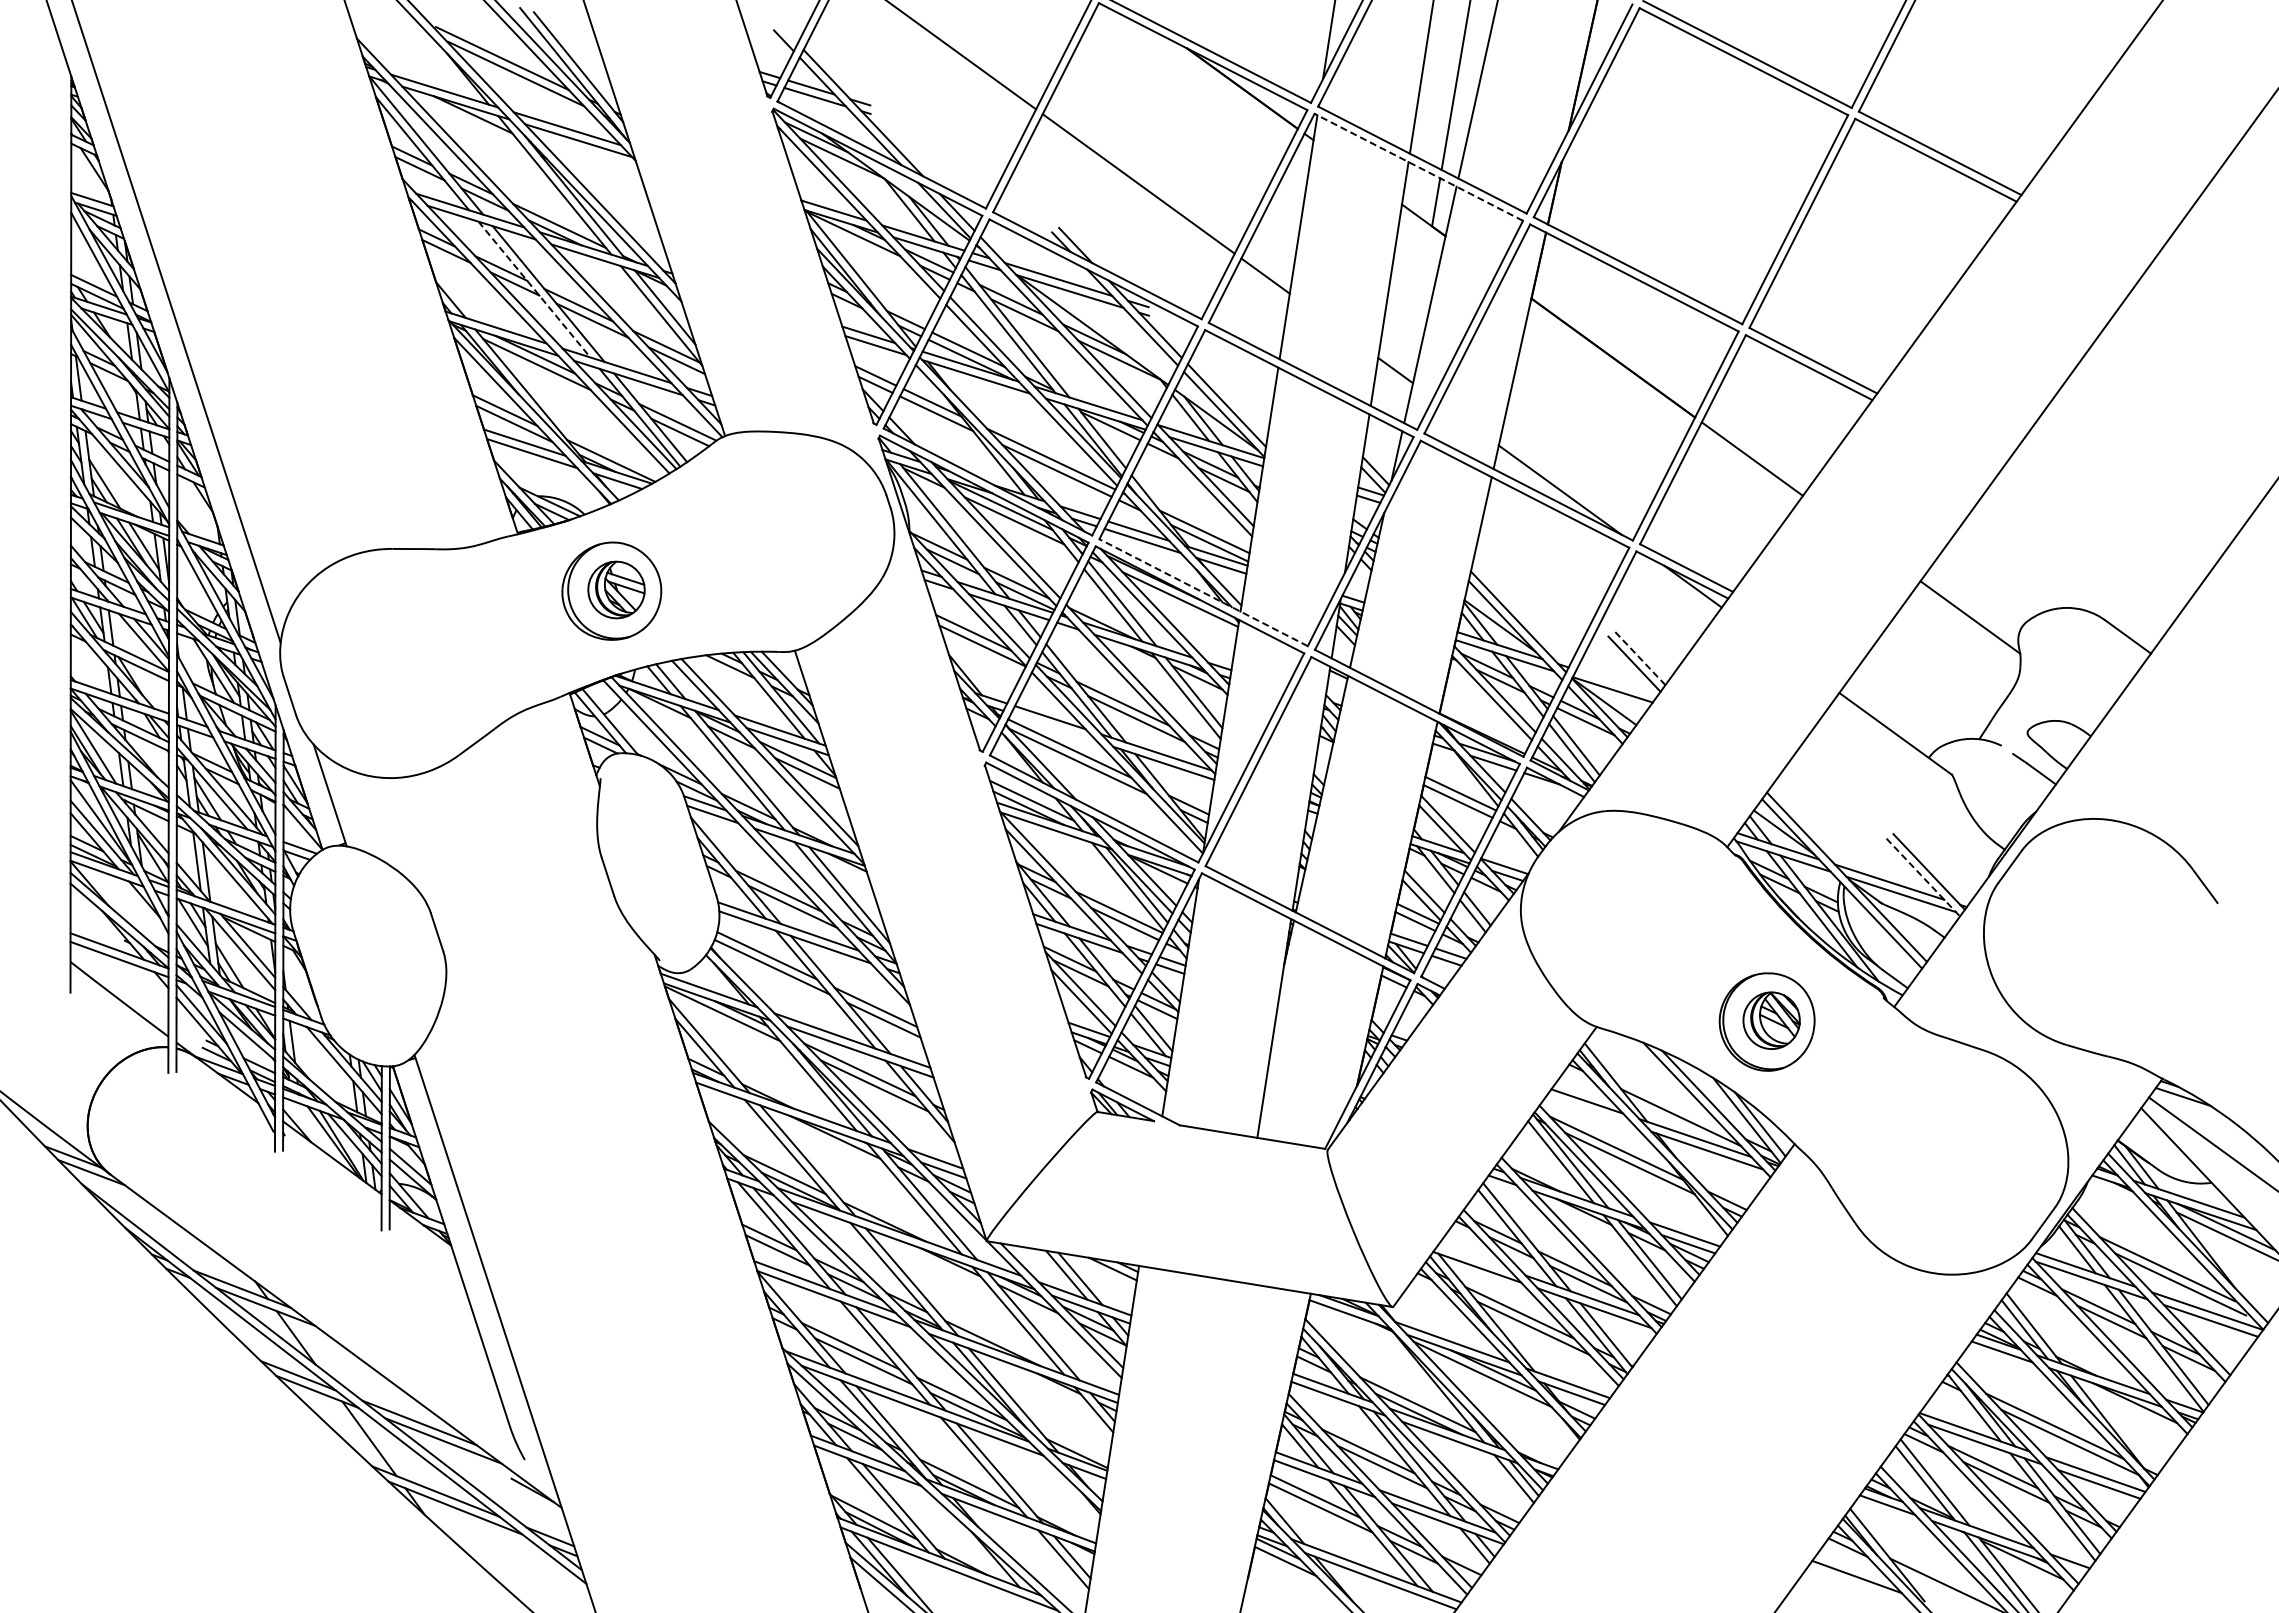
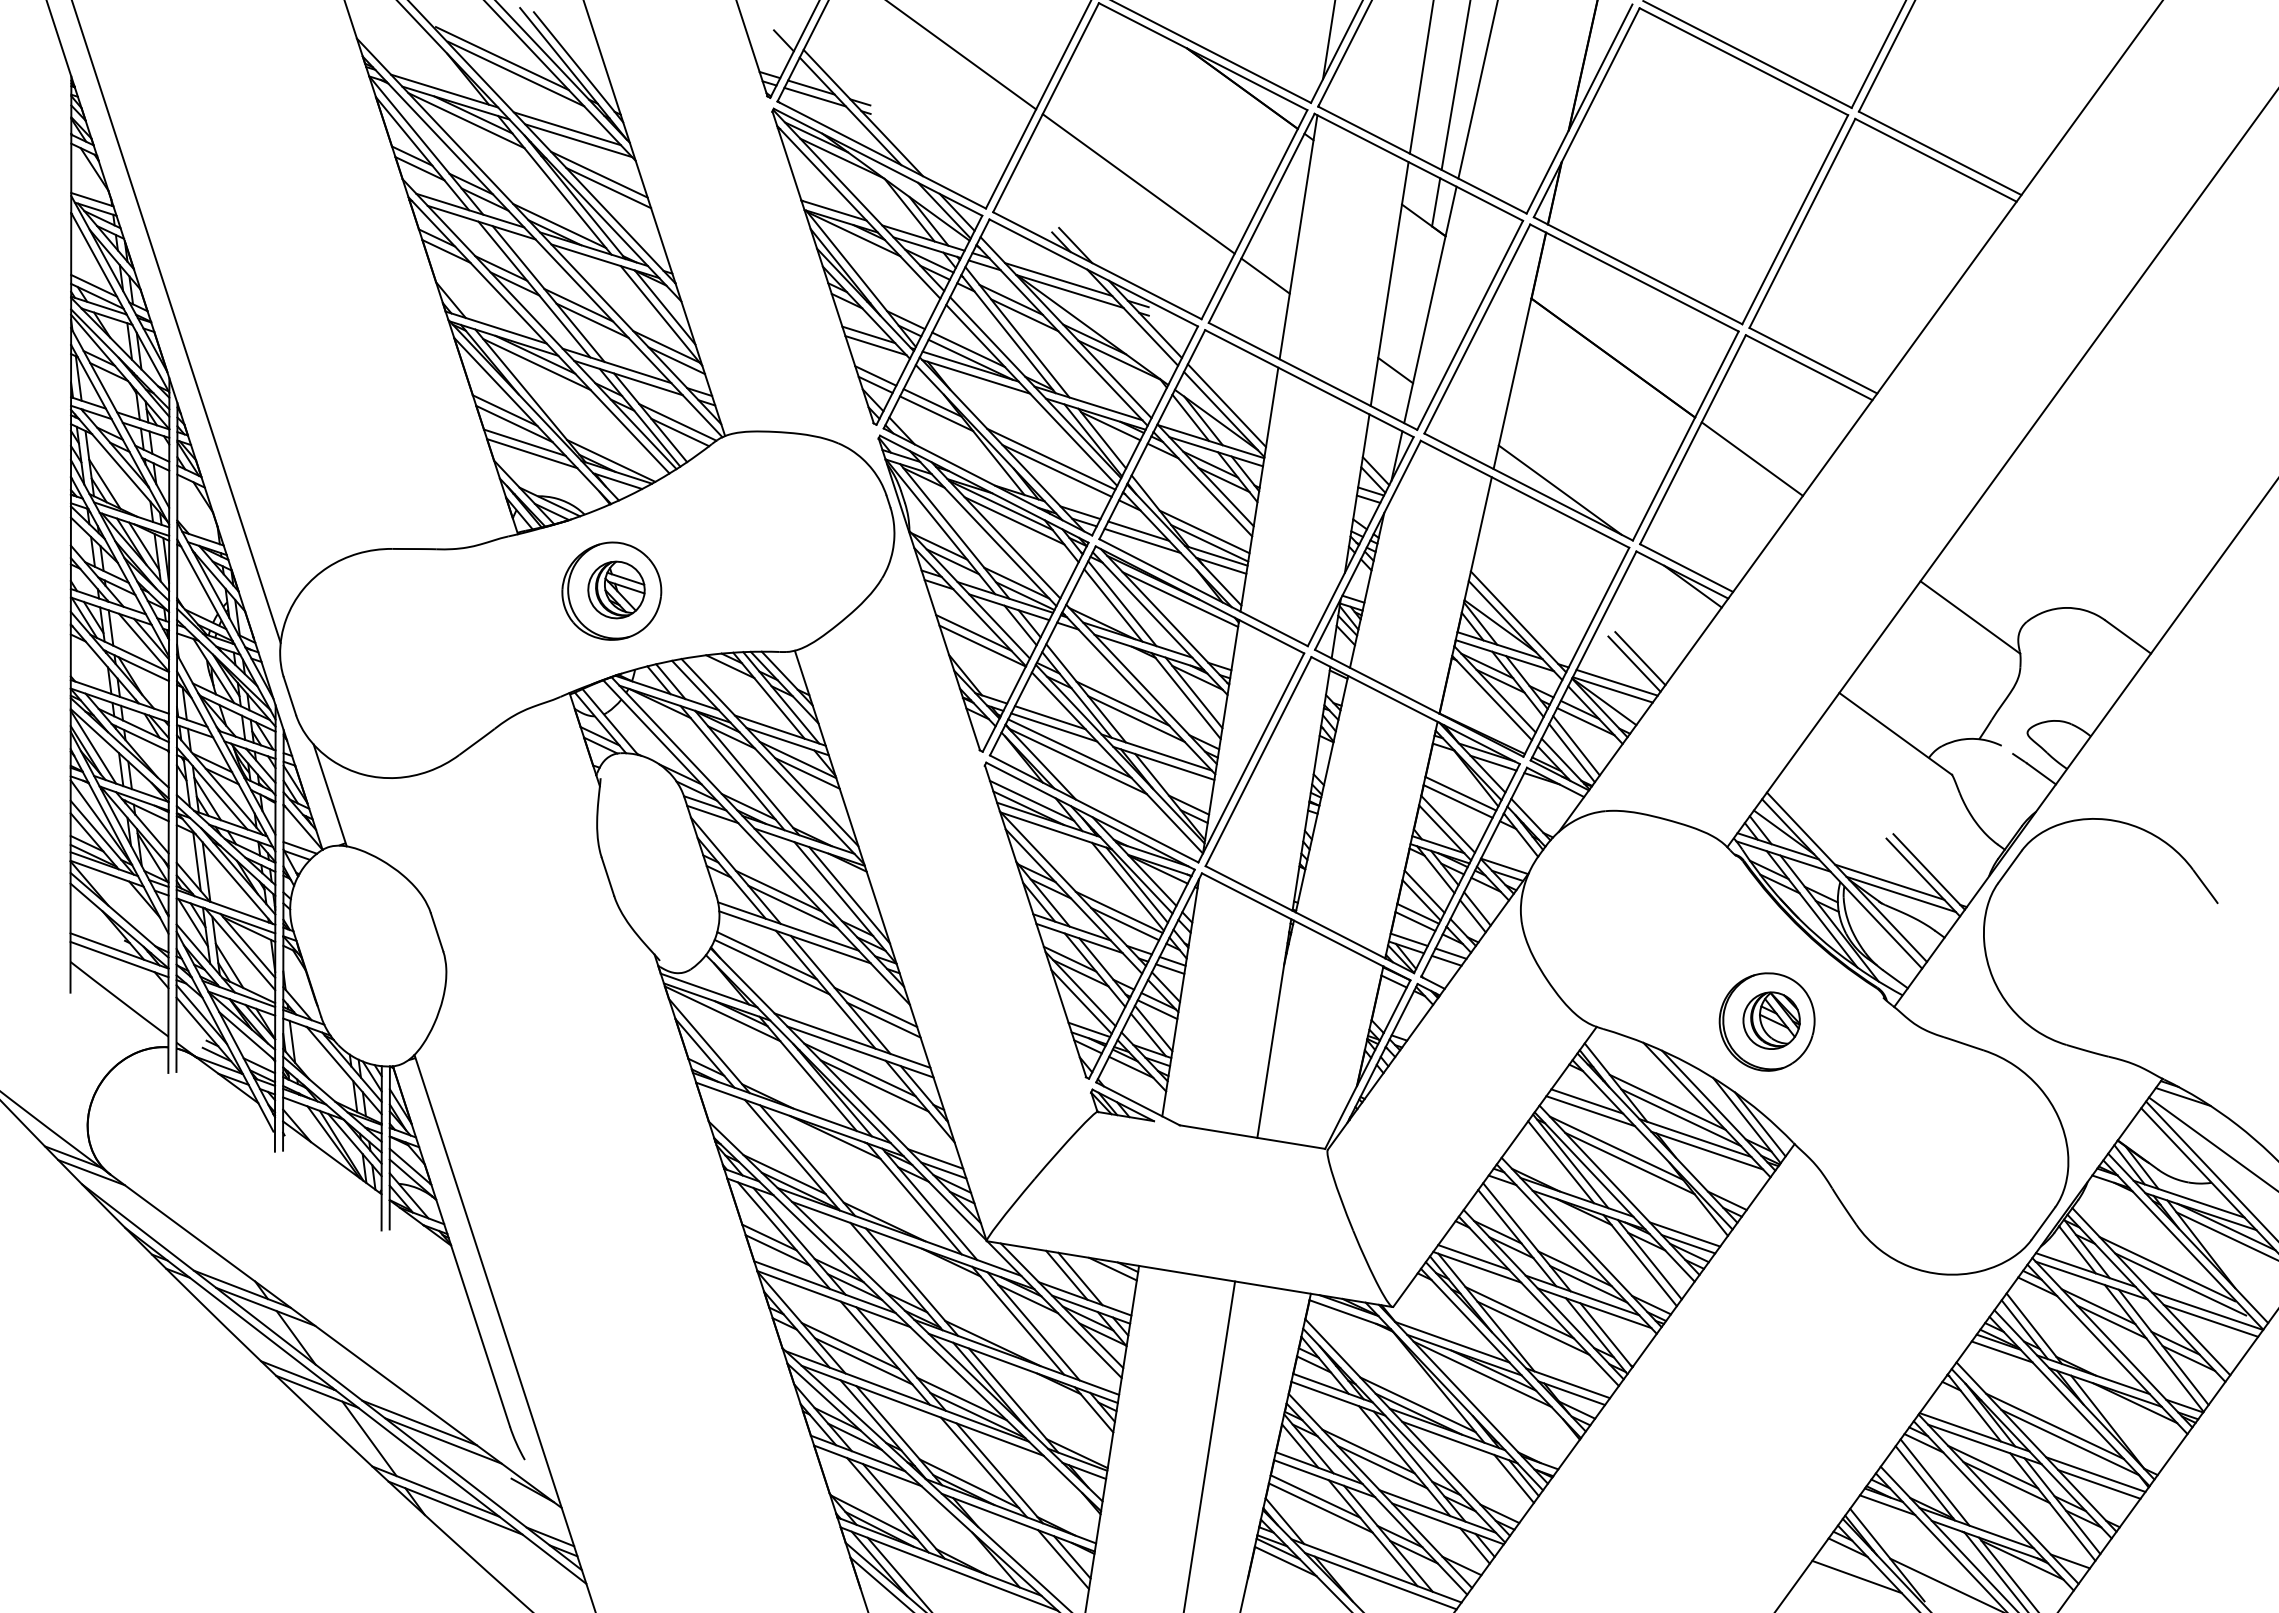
line at (466, 120): none -> present
line at (1418, 167): dashed -> solid
line at (599, 174): none -> present
line at (608, 188): none -> present
line at (534, 289): dashed -> solid
line at (1203, 592): dashed -> solid
line at (1640, 658): dashed -> solid
line at (1616, 682): none -> present
line at (1054, 727): none -> present
line at (1923, 877): dashed -> solid
line at (1667, 1101): none -> present
line at (1590, 1111): none -> present
line at (2210, 1169): none -> present
line at (1473, 1257): none -> present
line at (1209, 1445): none -> present
